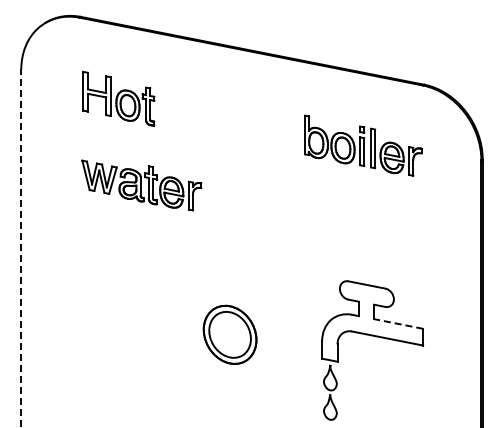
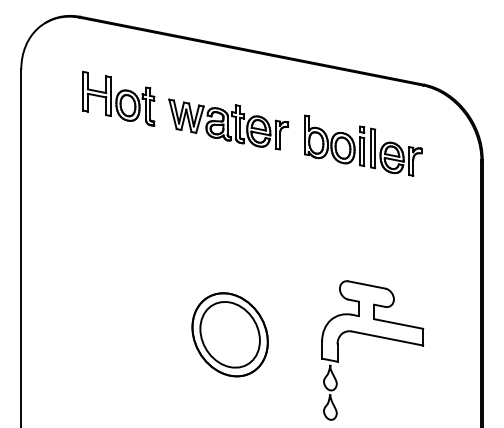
part at (141, 185) position: (141, 185) -> (228, 124)
line at (21, 248): dashed -> solid
line at (398, 324): dashed -> solid
part at (229, 334) size: 56x61 px -> 78x86 px
